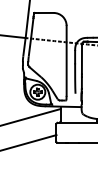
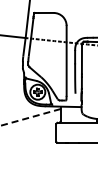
line at (30, 117): solid -> dashed
line at (29, 142): present -> none
